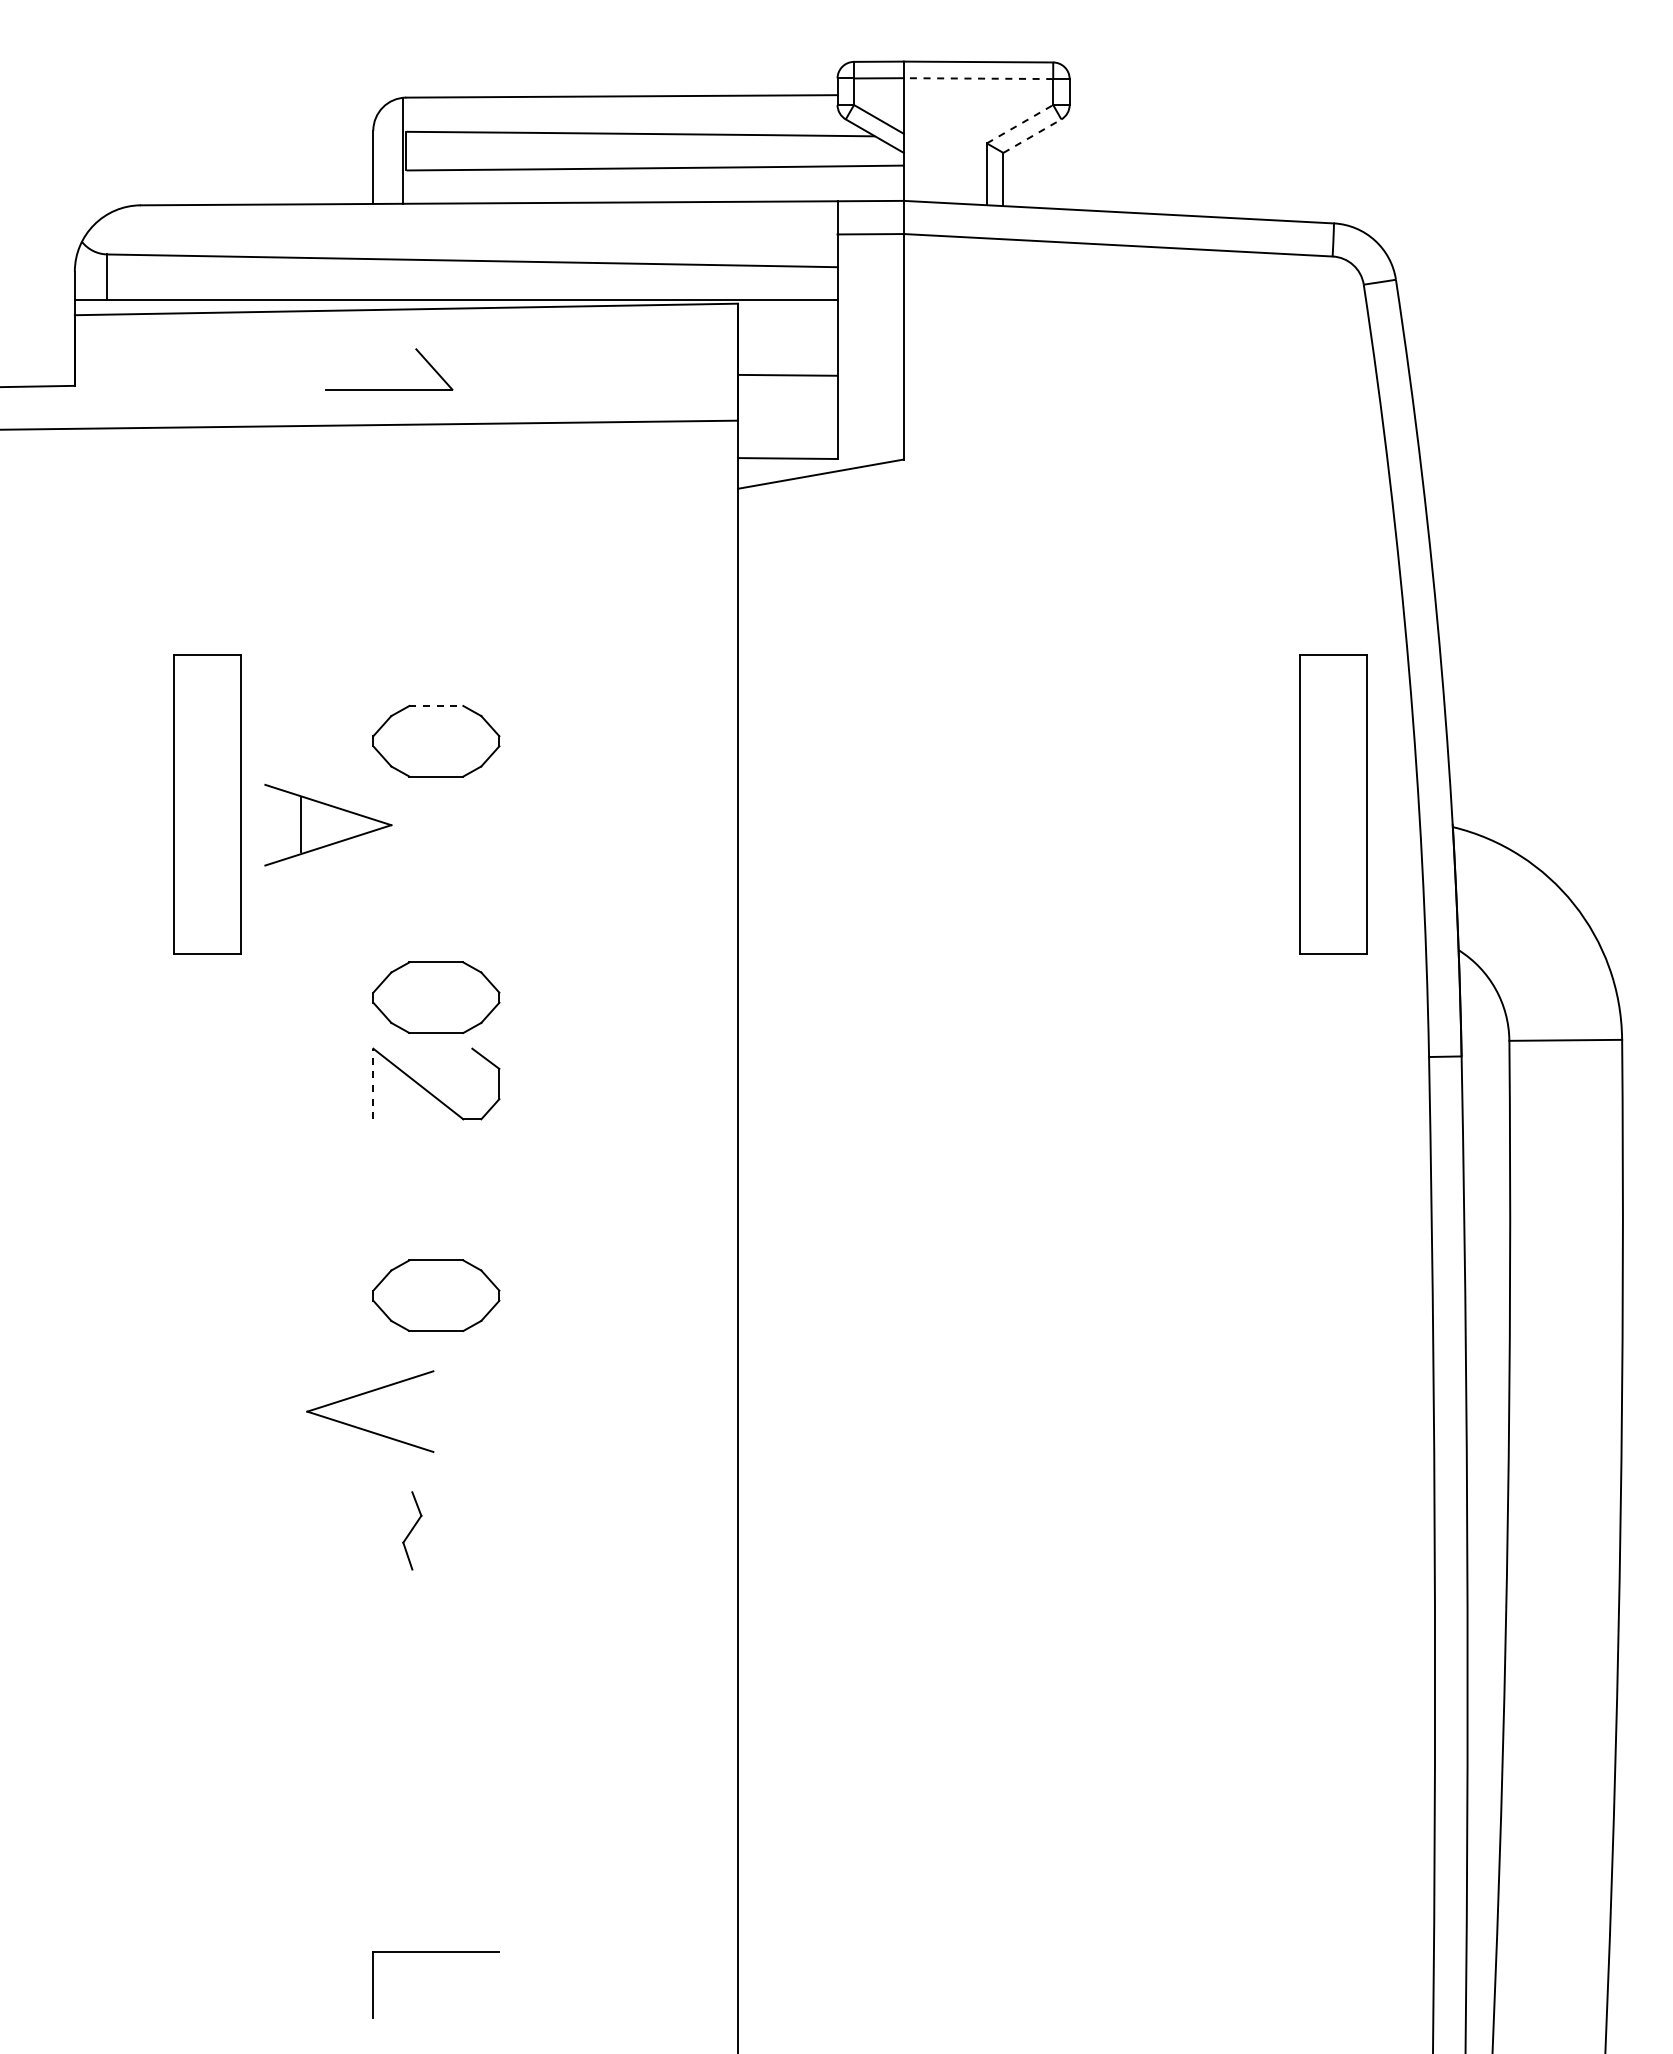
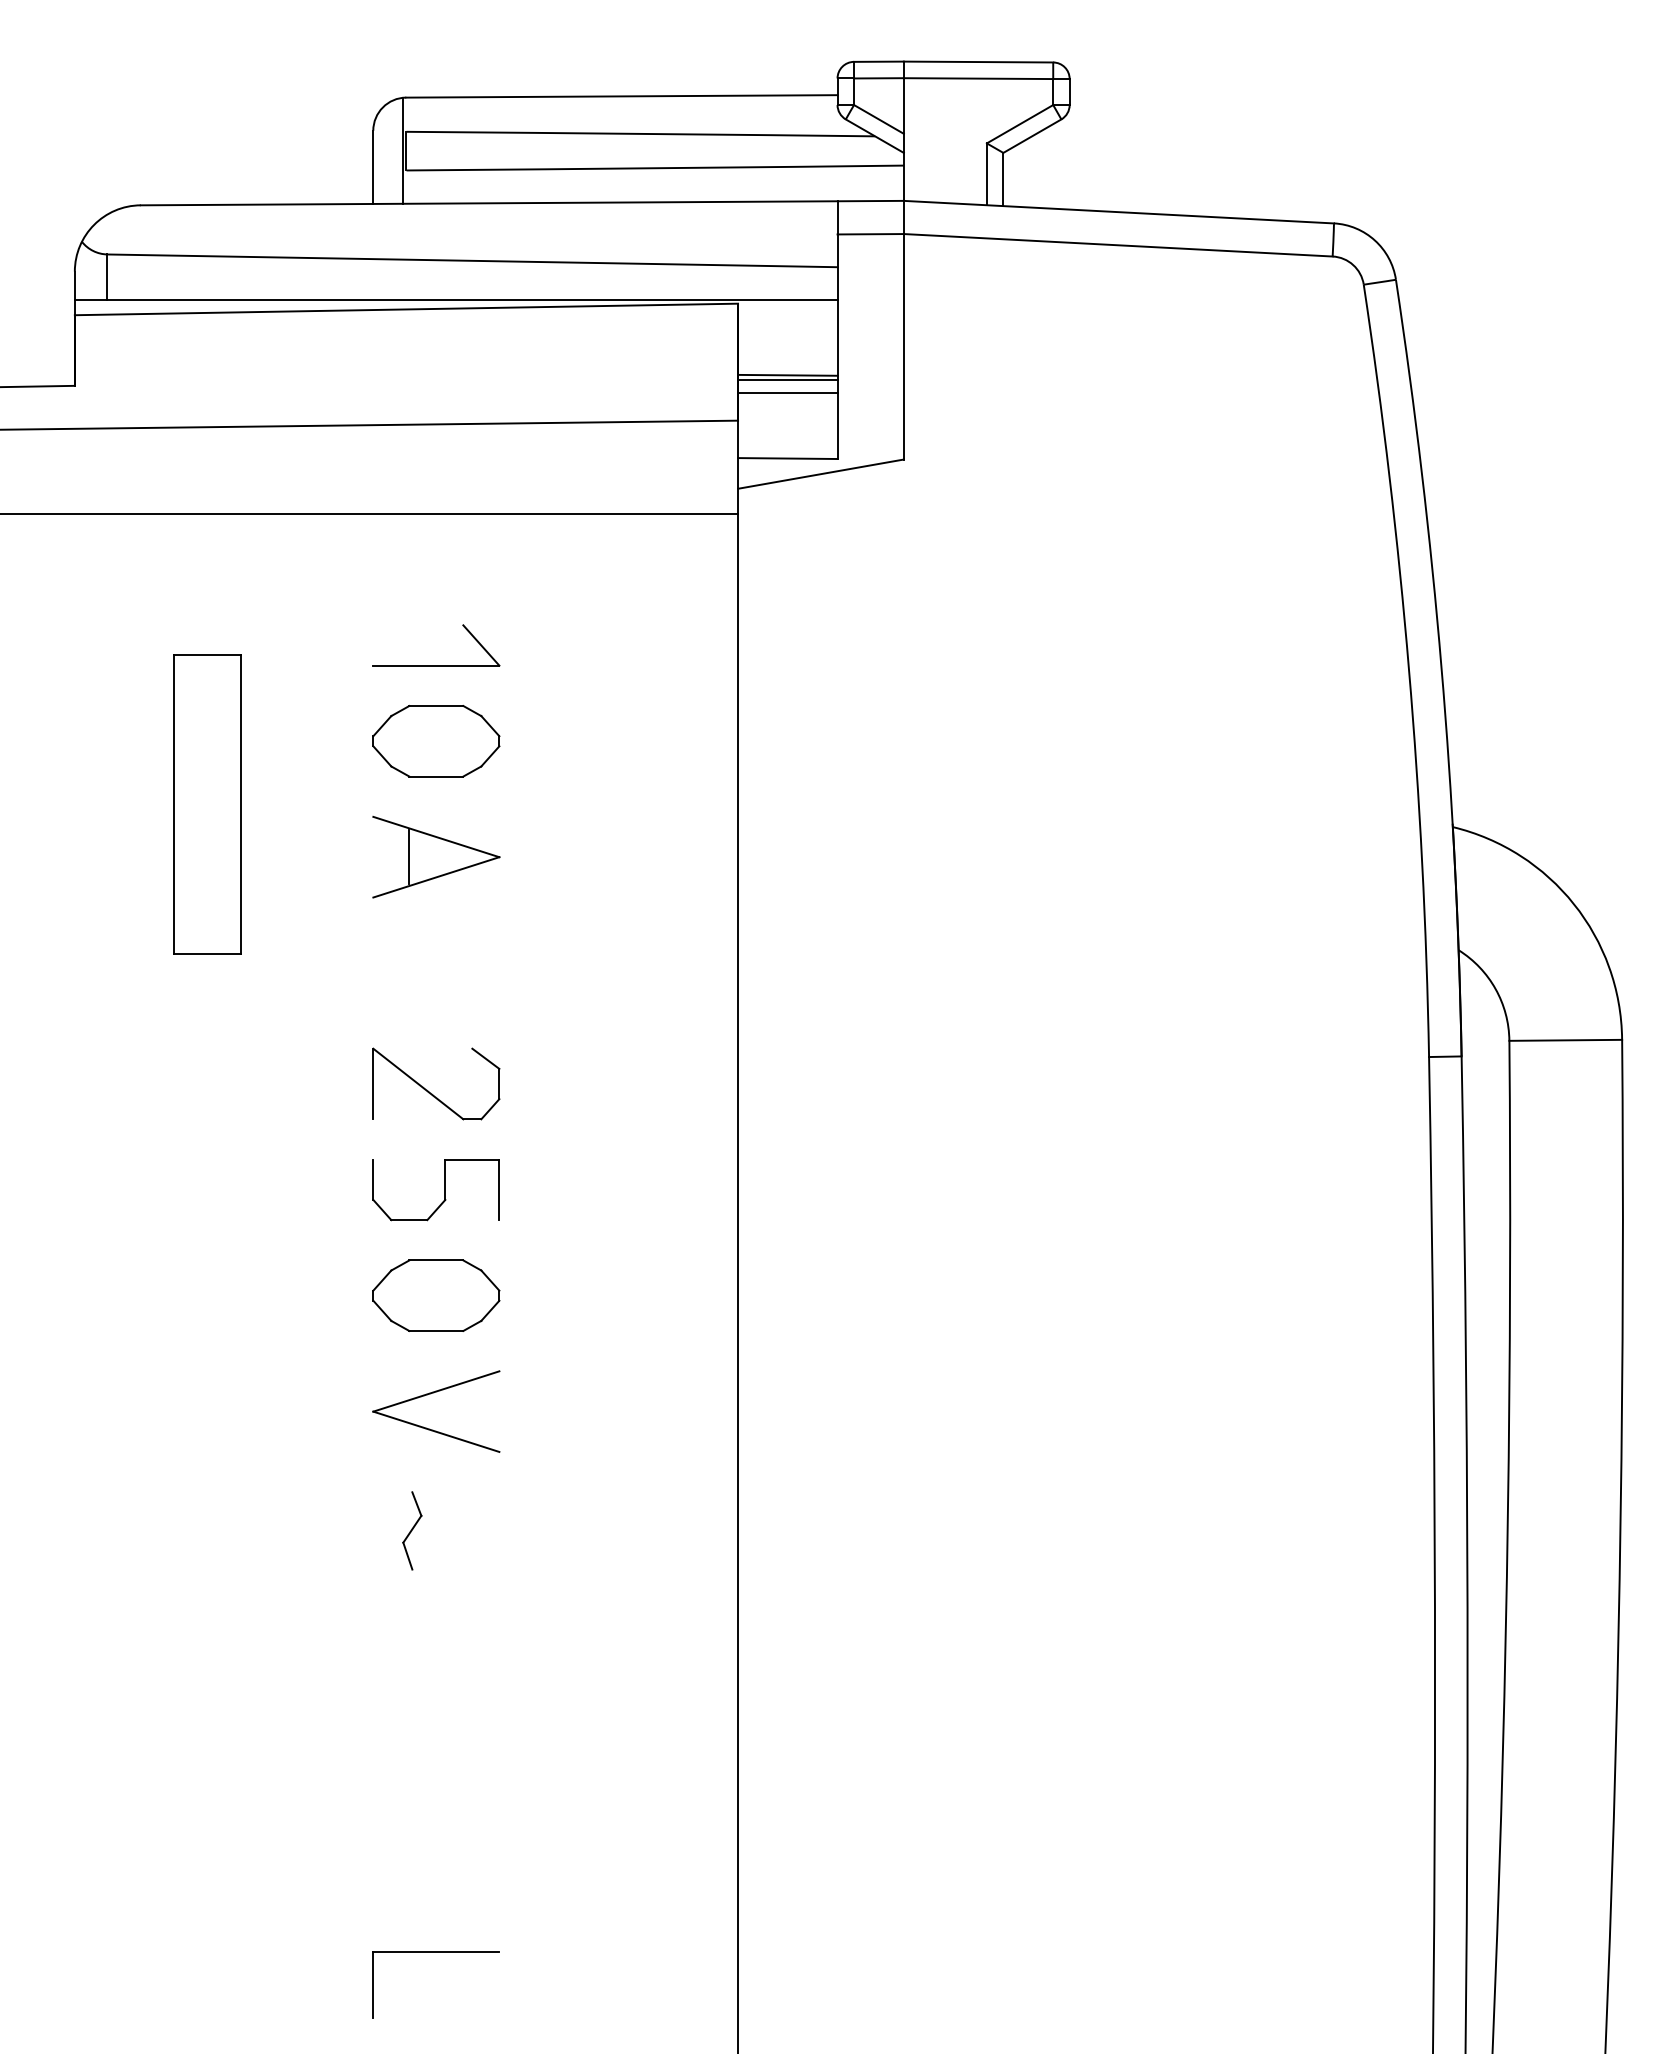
line at (978, 78): dashed -> solid
line at (1020, 123): dashed -> solid
line at (1032, 136): dashed -> solid
line at (787, 379): none -> present
part at (389, 389) position: (389, 389) -> (436, 665)
line at (787, 393): none -> present
line at (370, 514): none -> present
line at (436, 705): dashed -> solid
part at (1333, 804): present -> none
part at (328, 825) position: (328, 825) -> (436, 857)
part at (436, 997): present -> none
line at (373, 1083): dashed -> solid
part at (444, 1190): none -> present
part at (364, 1394) position: (364, 1394) -> (430, 1394)
